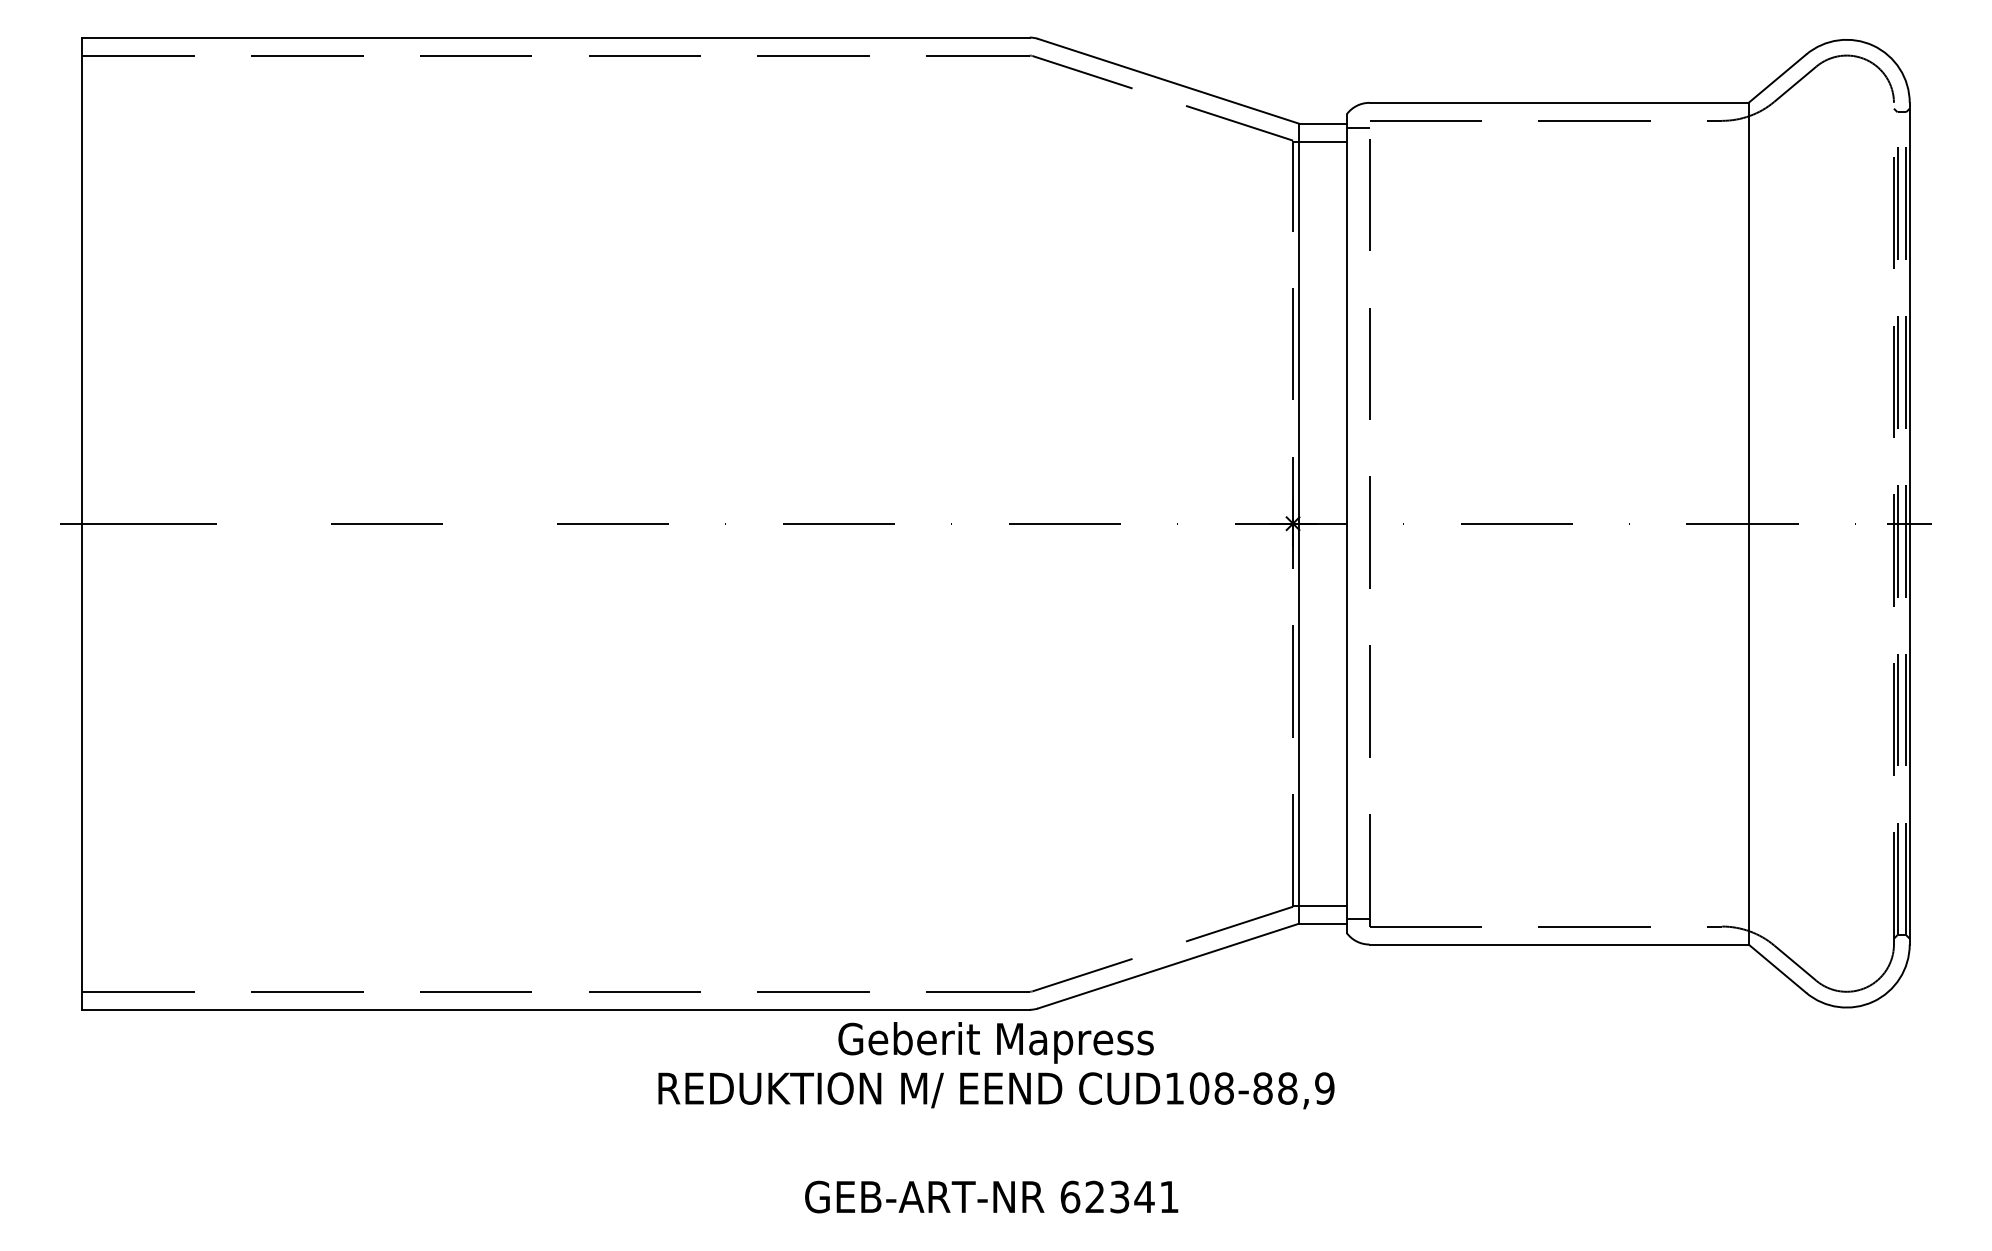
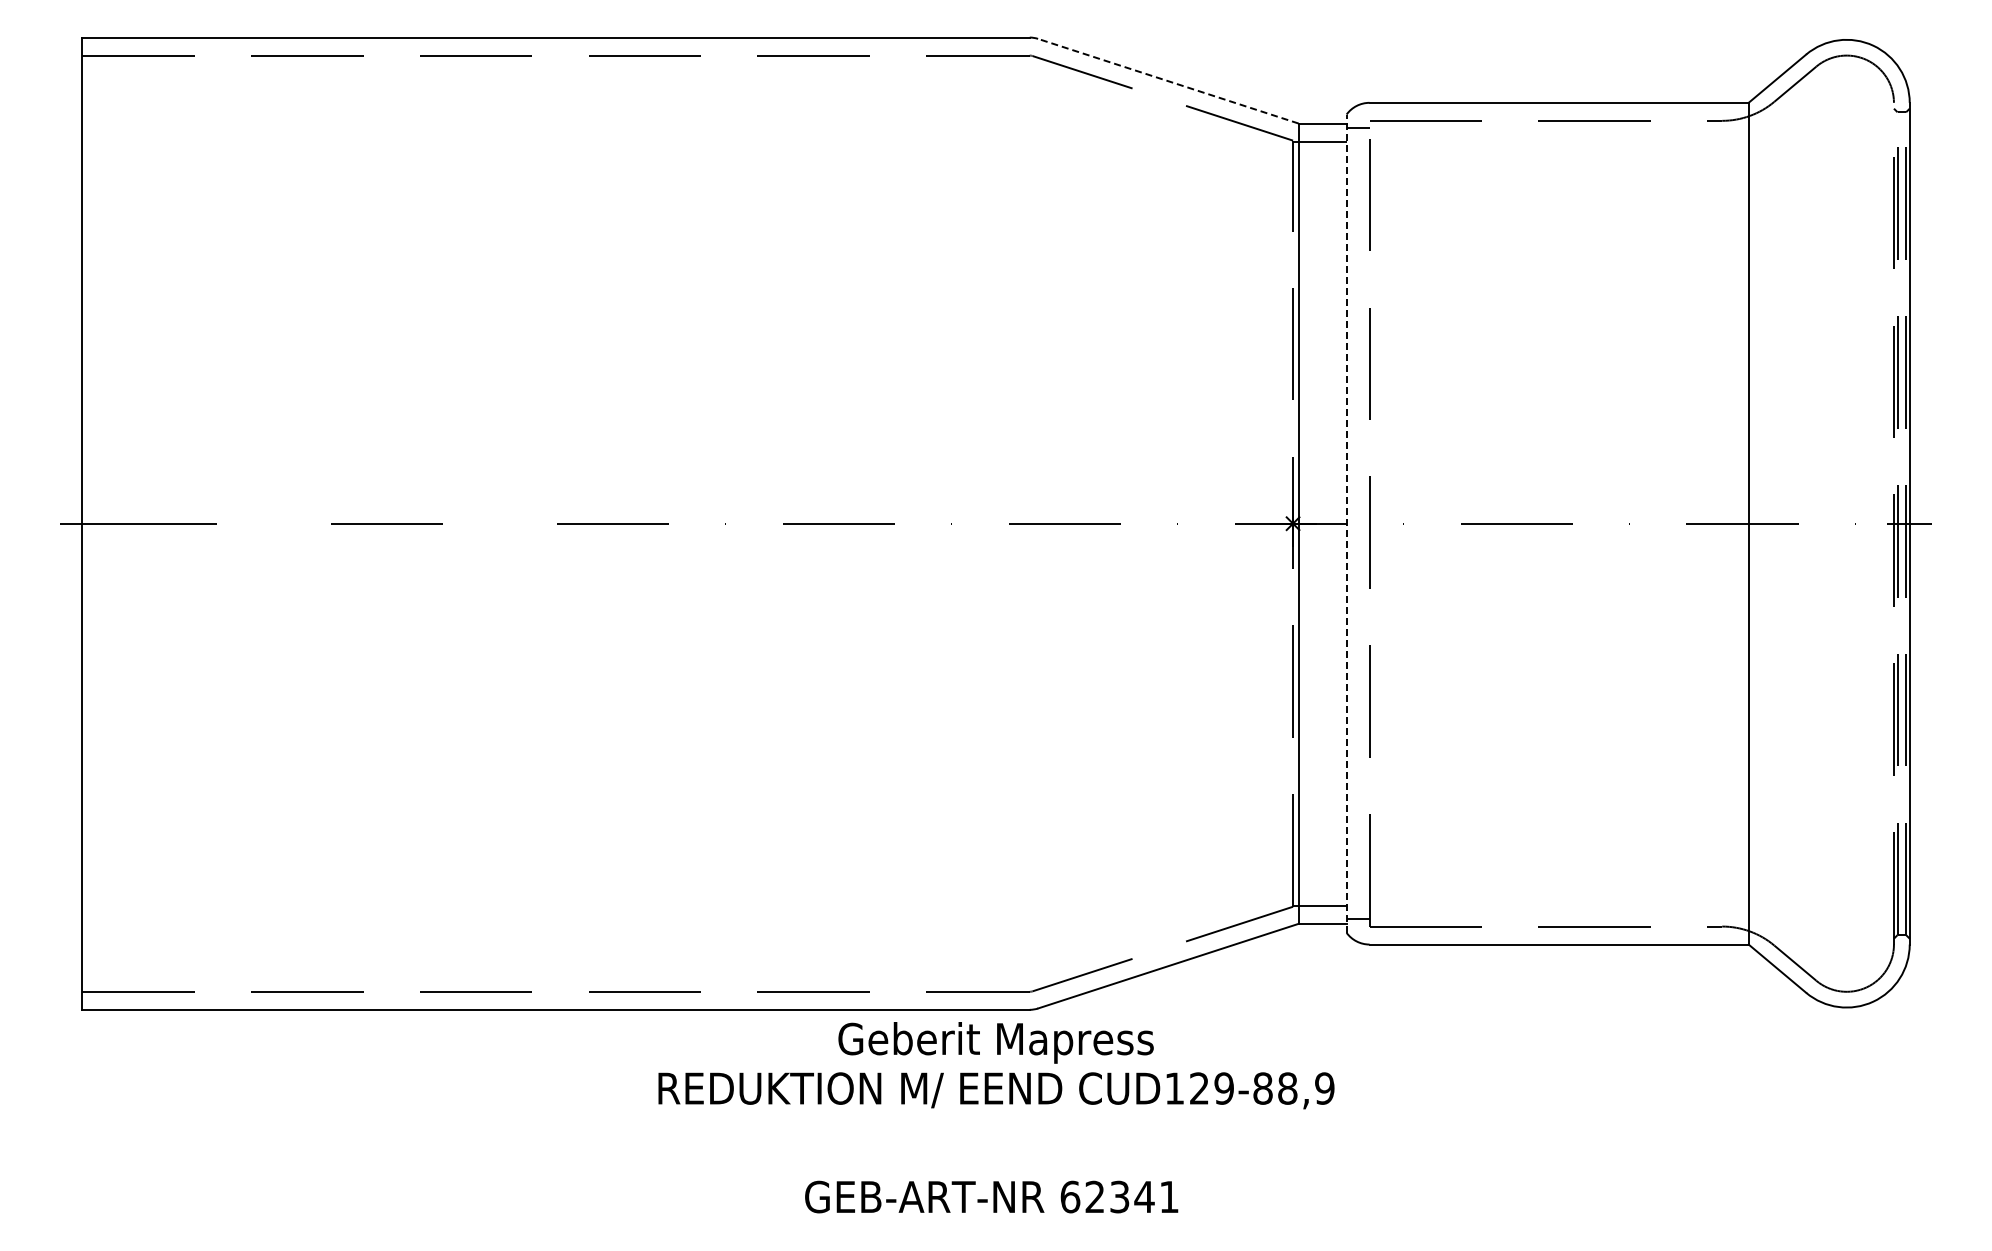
line at (1168, 81): solid -> dashed
line at (1346, 523): solid -> dashed
text at (1211, 1088): CUD108-88,9 -> CUD129-88,9
